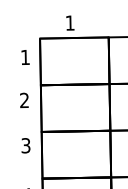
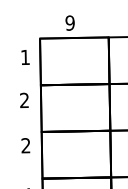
text at (69, 22): 1 -> 9
text at (25, 145): 3 -> 2
